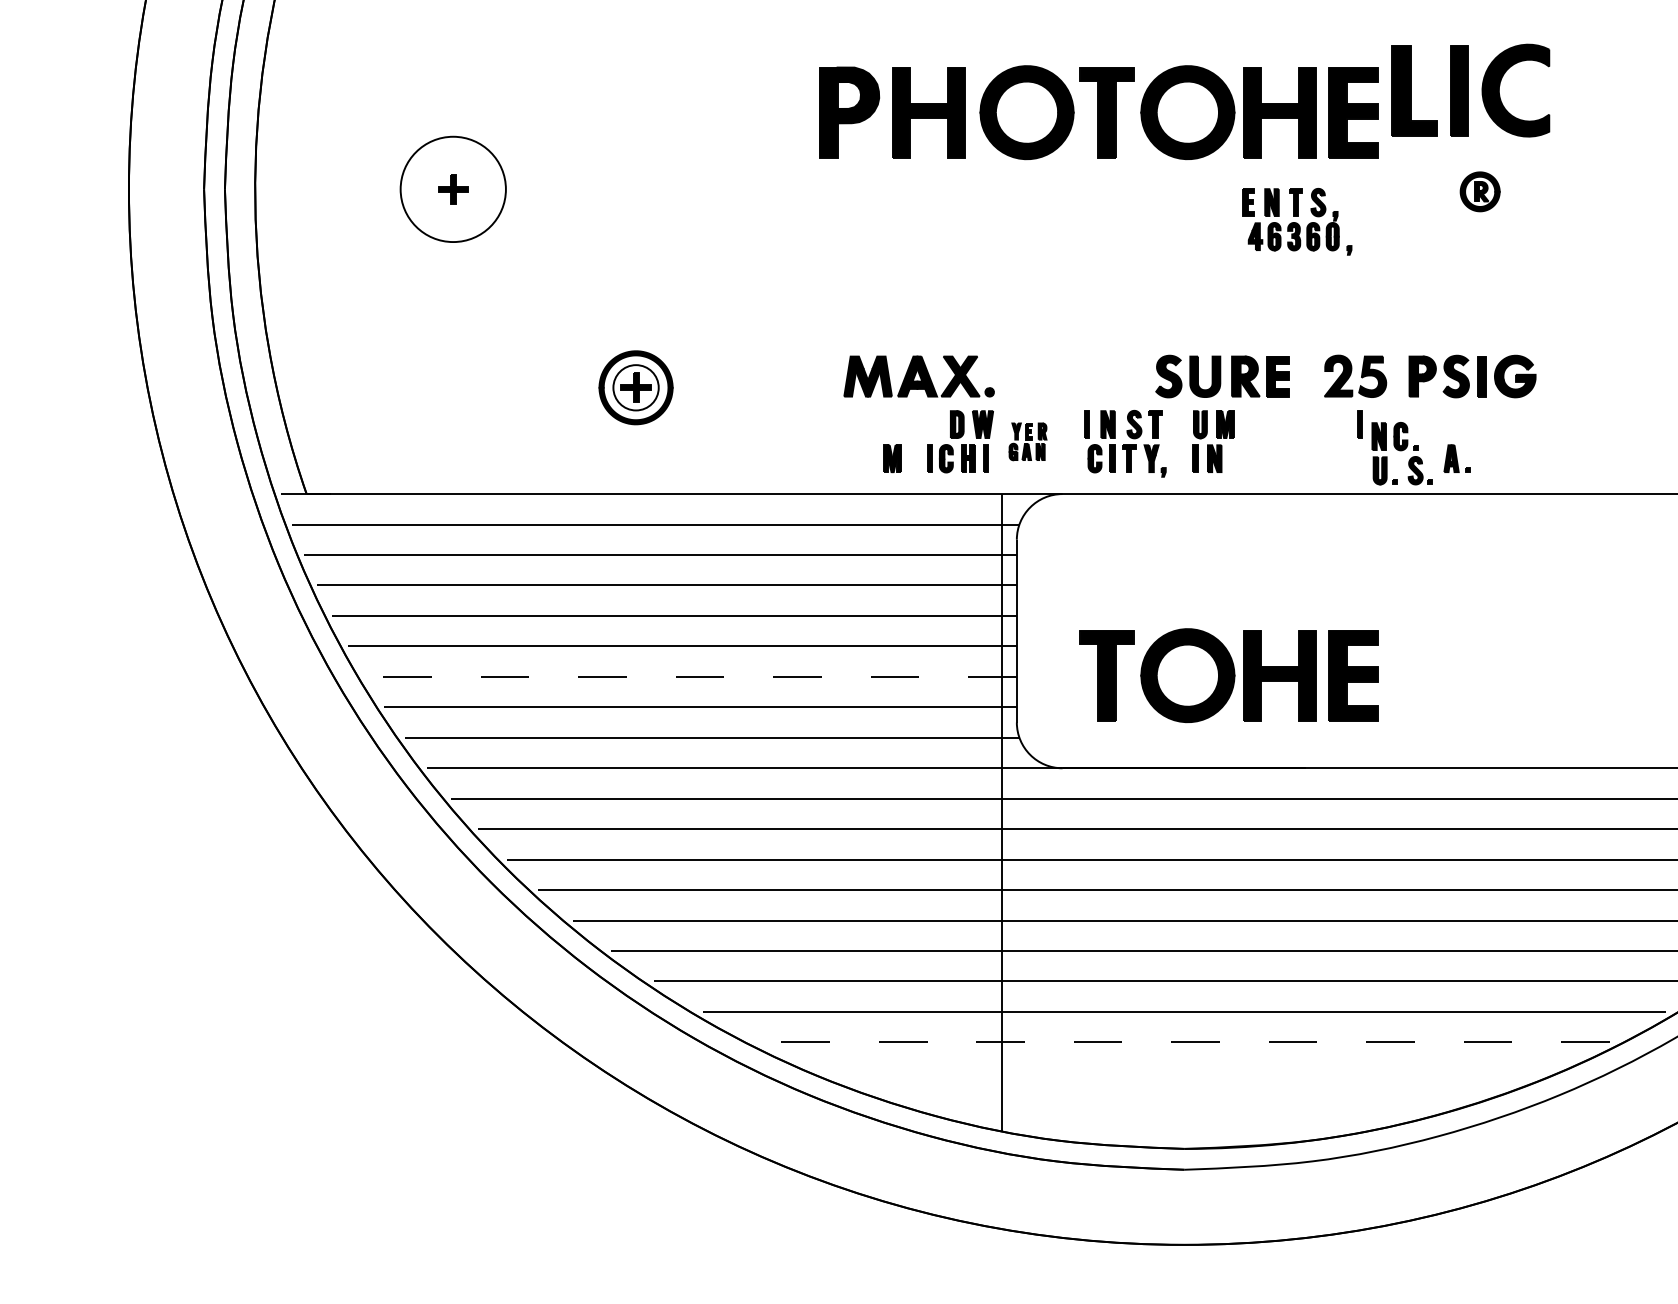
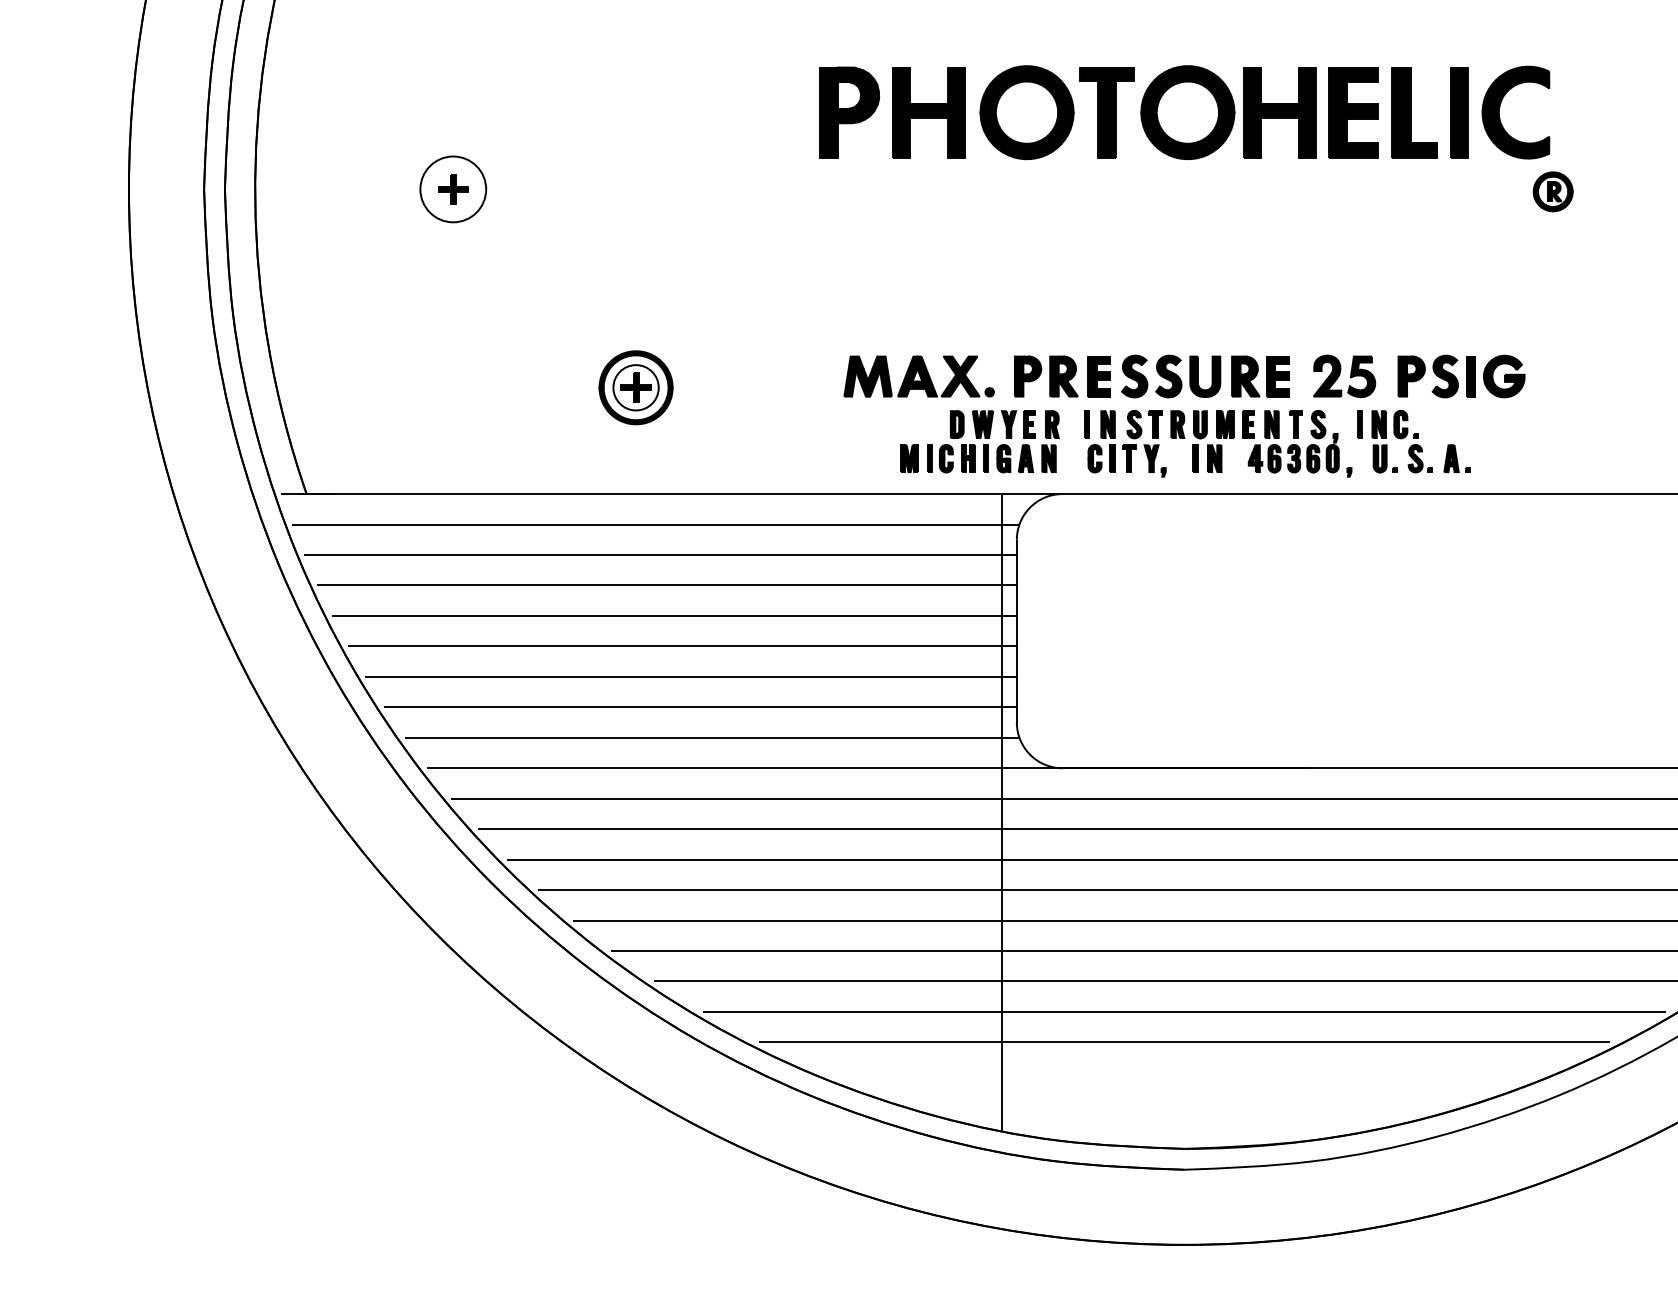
part at (1470, 90) position: (1470, 90) -> (1470, 112)
circle at (452, 189) diameter: 105 px -> 66 px
part at (1479, 191) position: (1479, 191) -> (1552, 191)
part at (1297, 221) position: (1297, 221) -> (1297, 443)
part at (1081, 376): none -> present
part at (1430, 376) position: (1430, 376) -> (1419, 376)
part at (1177, 424): none -> present
part at (1027, 441) size: 40x40 px -> 64x64 px
part at (1401, 453) position: (1401, 453) -> (1401, 441)
part at (892, 458) position: (892, 458) -> (909, 458)
part at (1228, 675): present -> none
line at (691, 676): dashed -> solid
line at (1183, 1042): dashed -> solid
